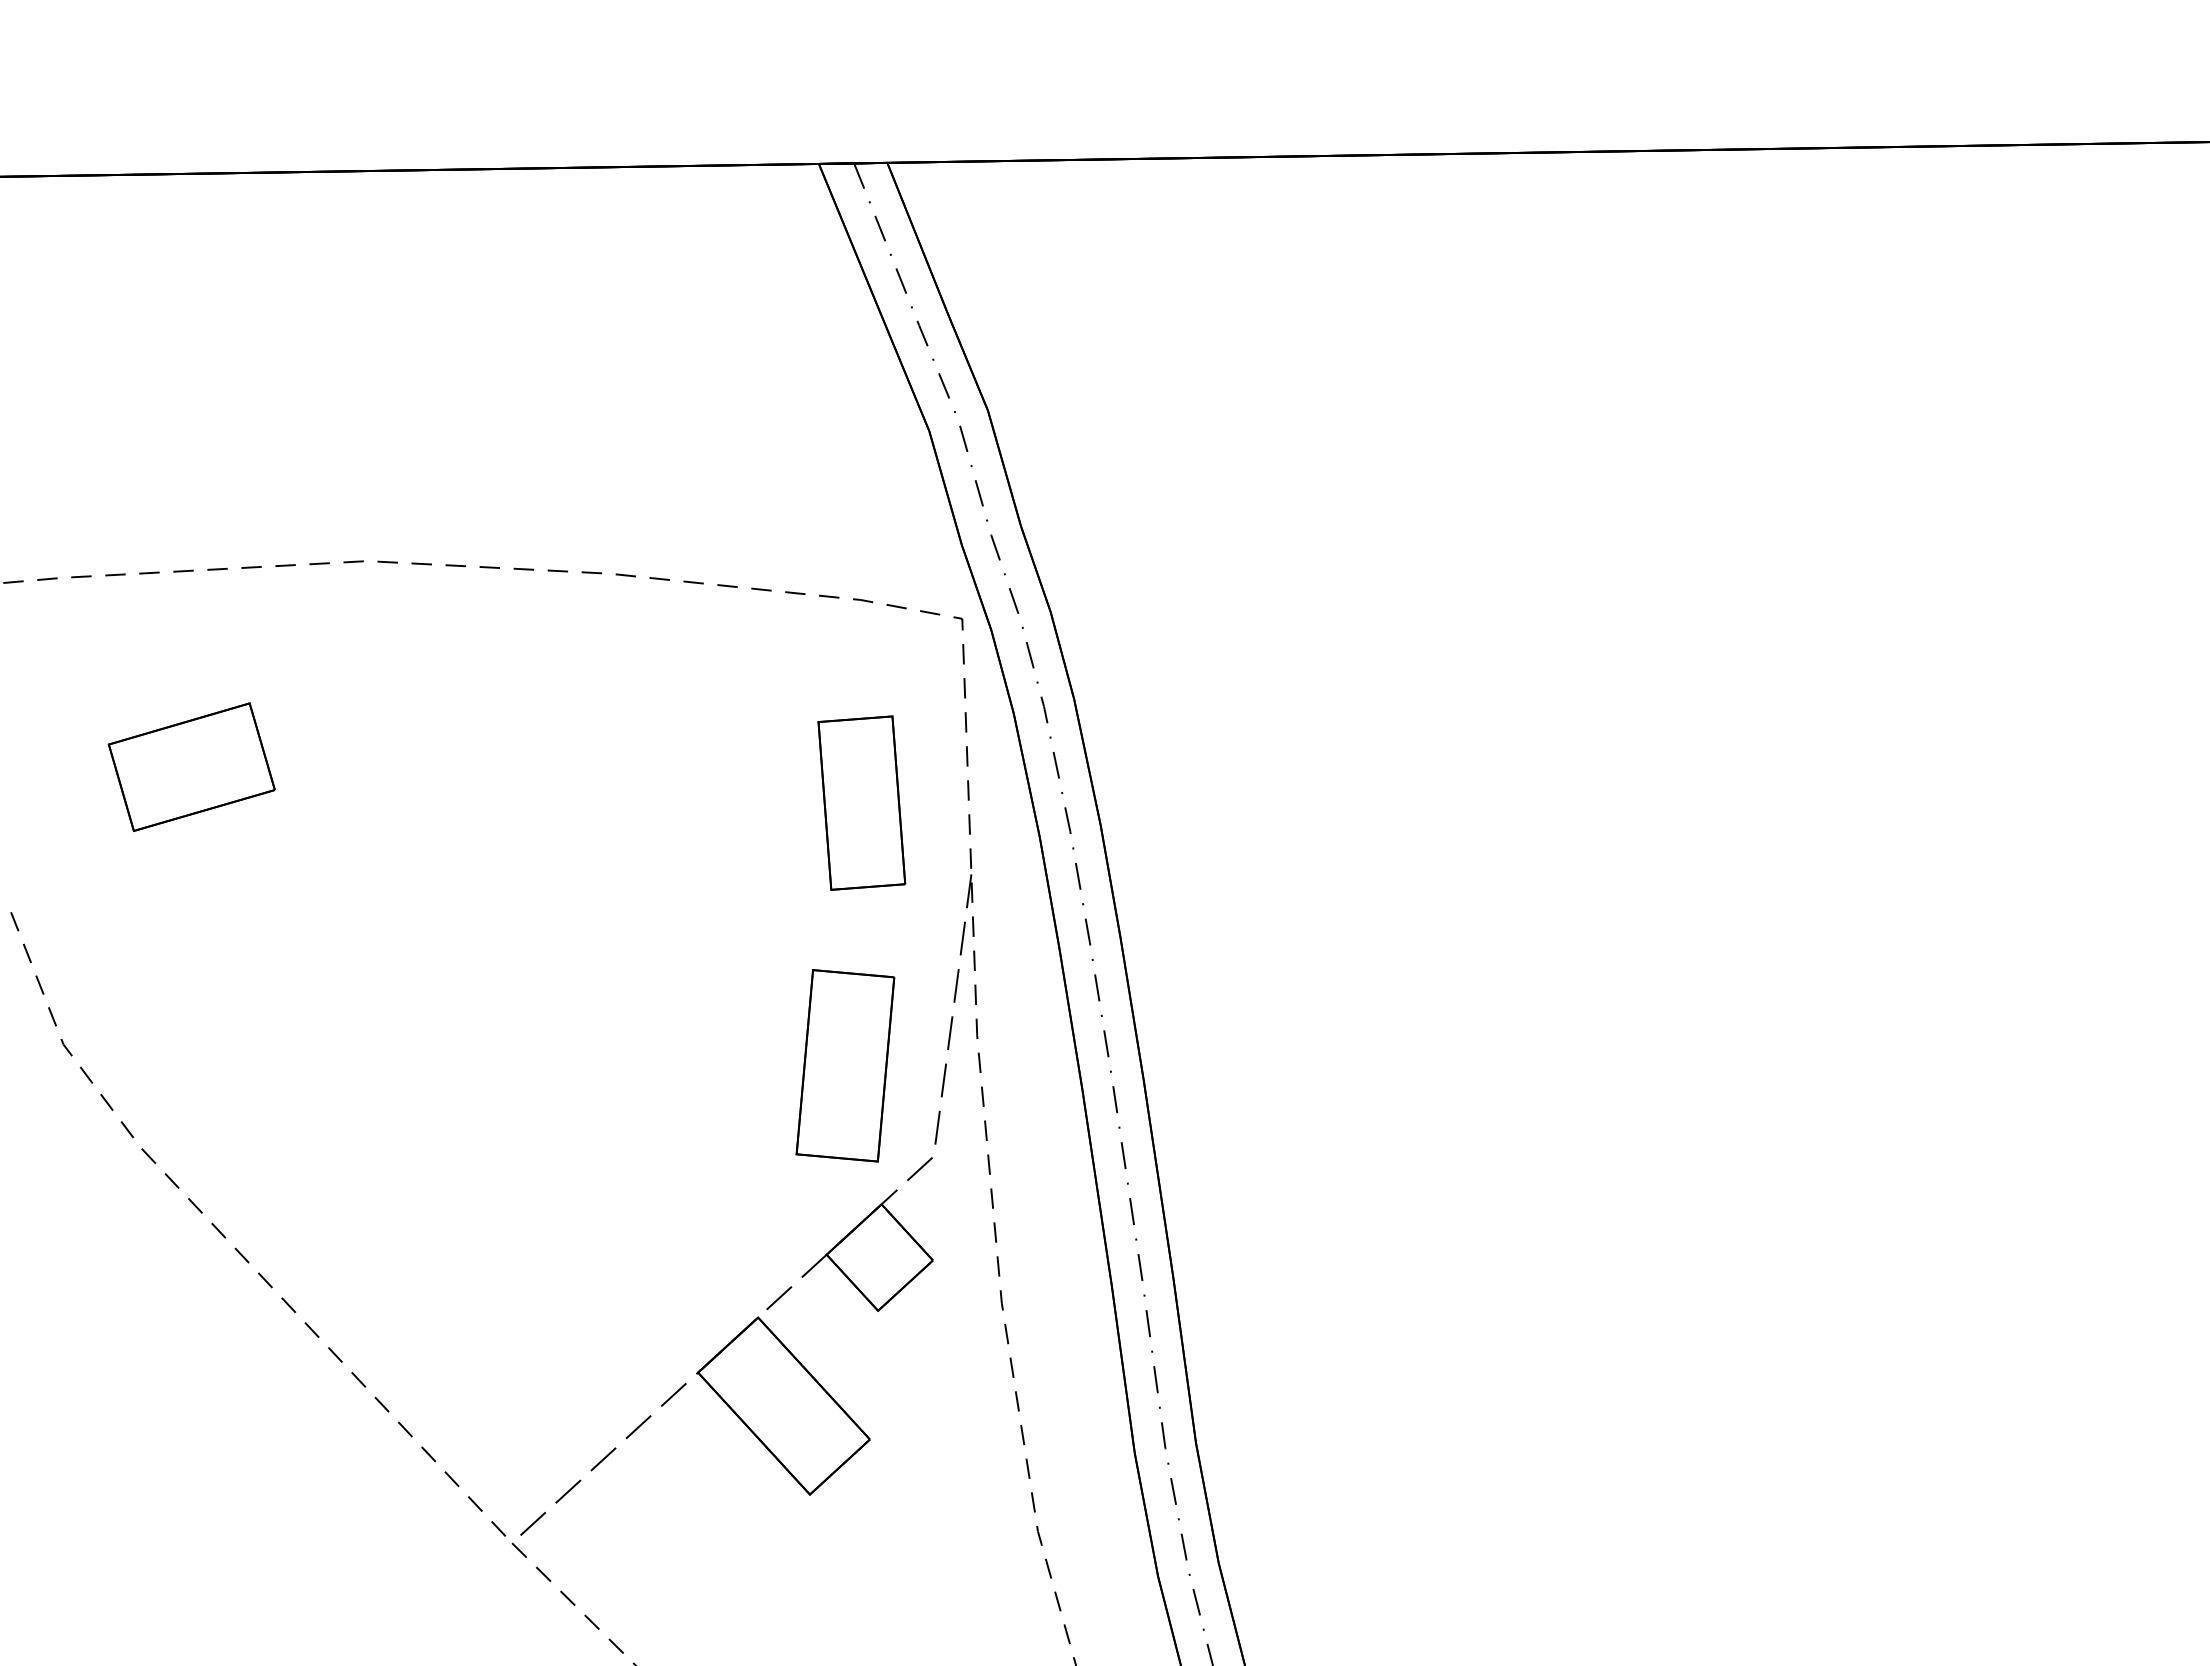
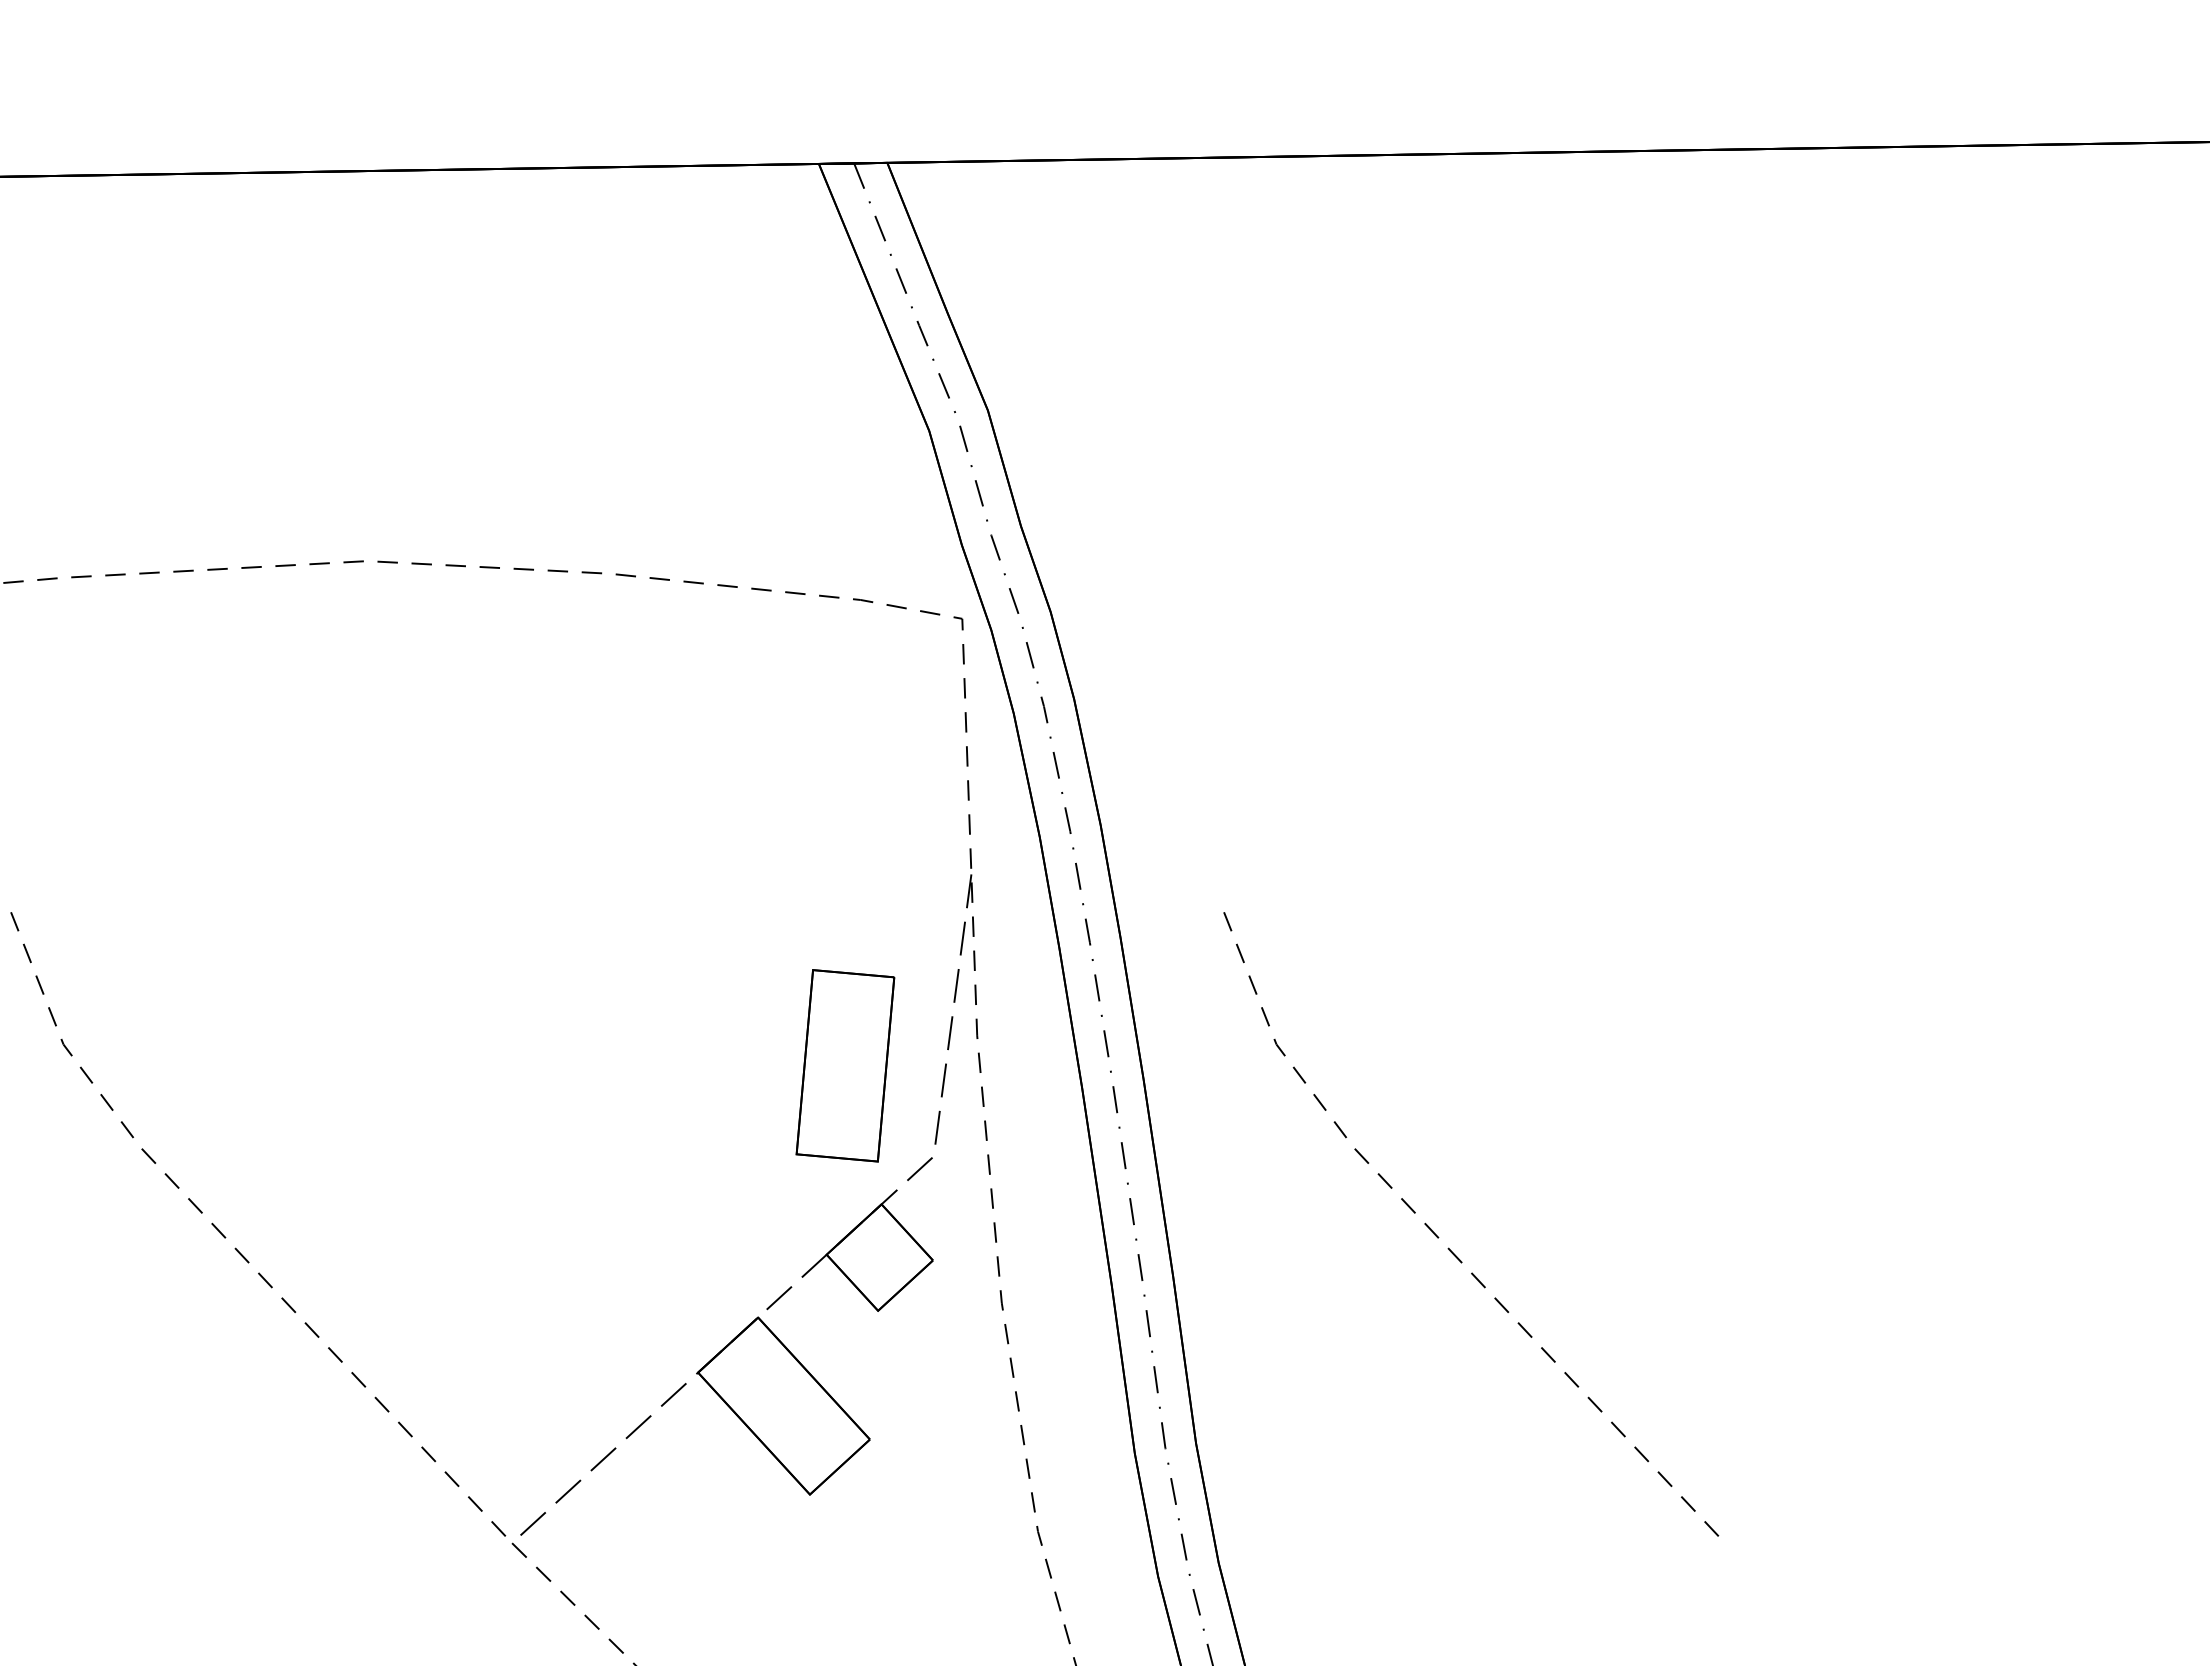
part at (191, 767): present -> none
part at (861, 802): present -> none
line at (1448, 1247): none -> present
